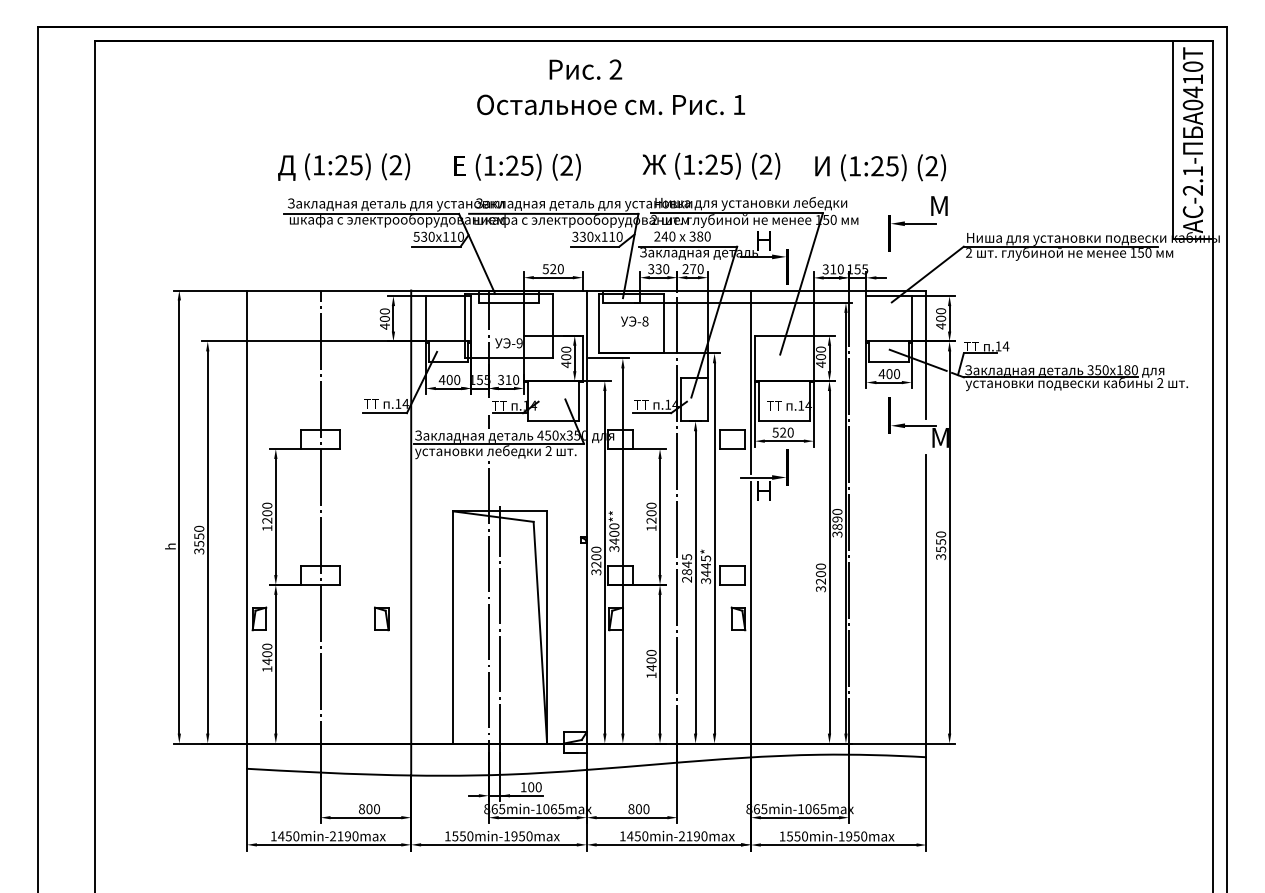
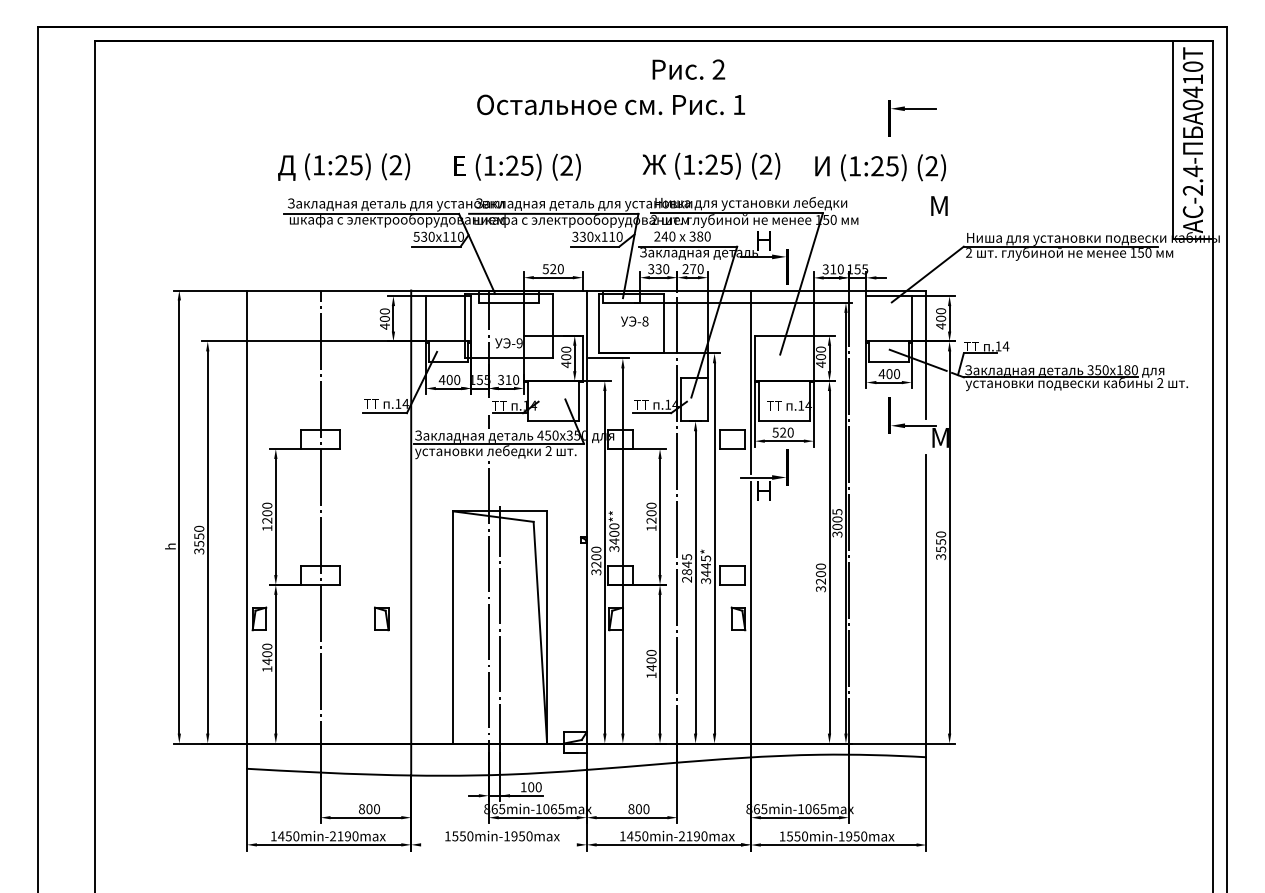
text at (585, 69) position: (585, 69) -> (688, 69)
text at (1192, 171): -2.1- -> -2.4-
part at (912, 224) position: (912, 224) -> (912, 109)
text at (837, 519): 3890 -> 3005
line at (498, 844): present -> none
